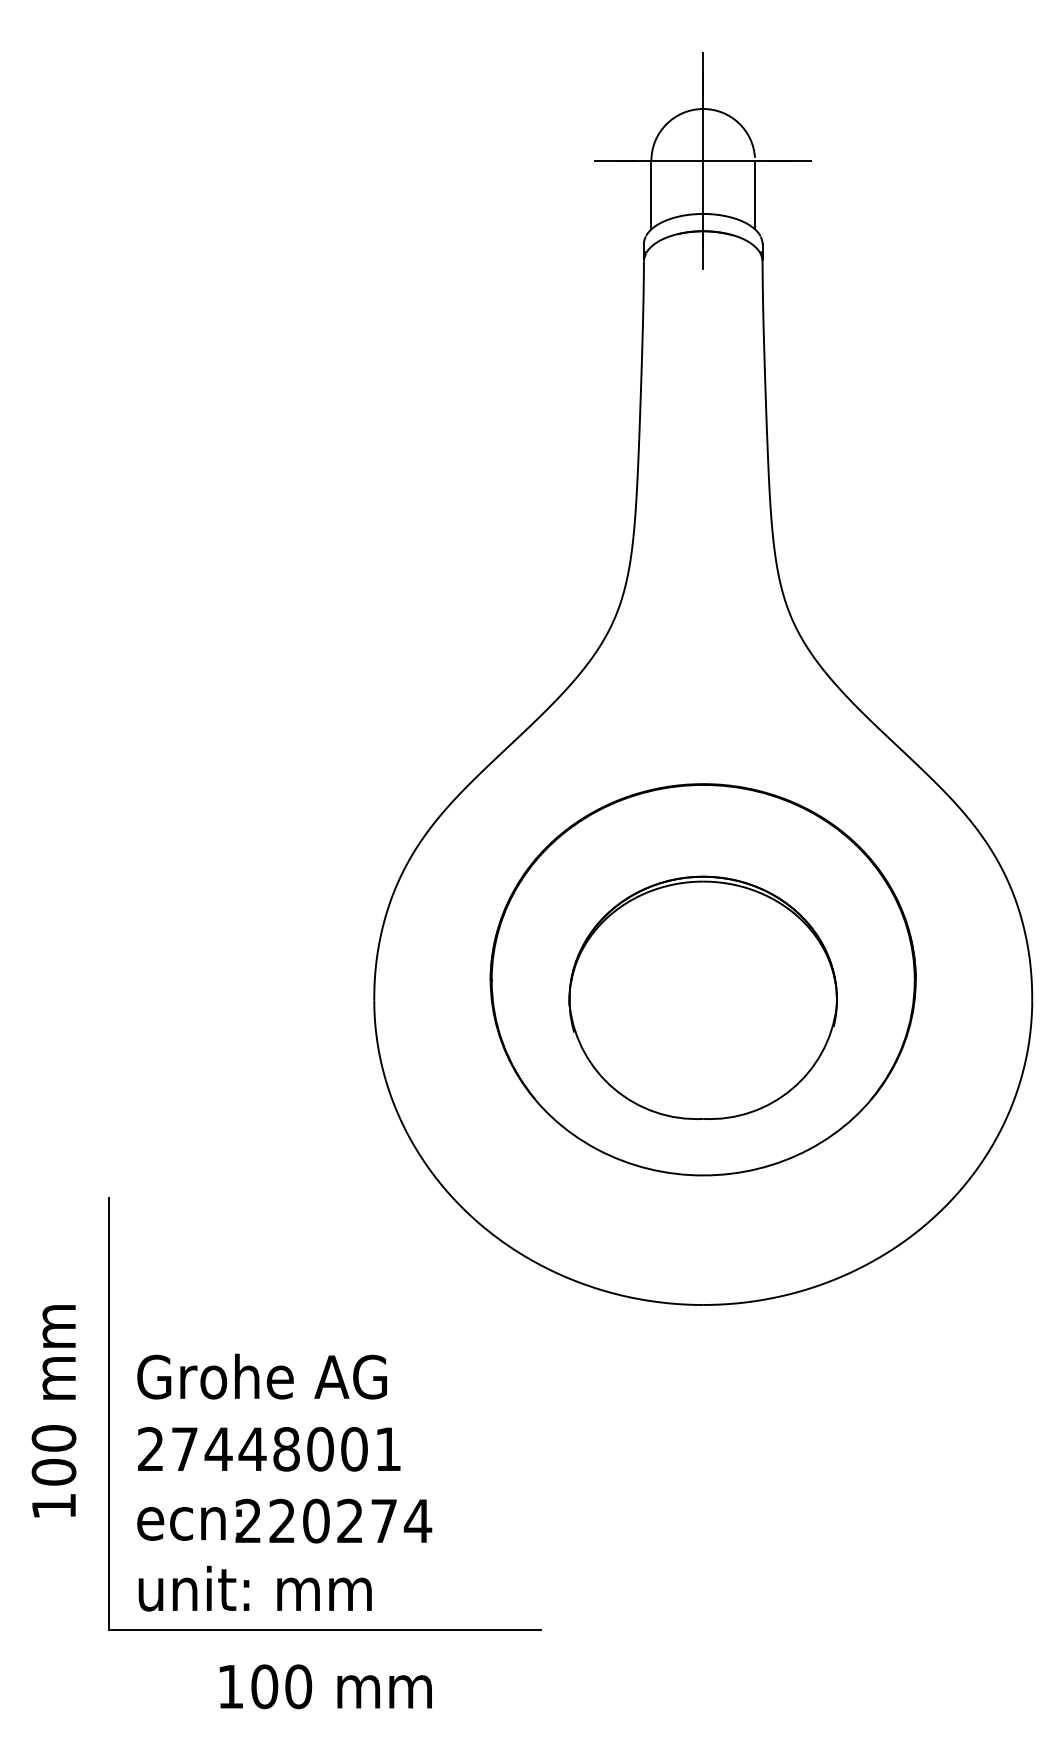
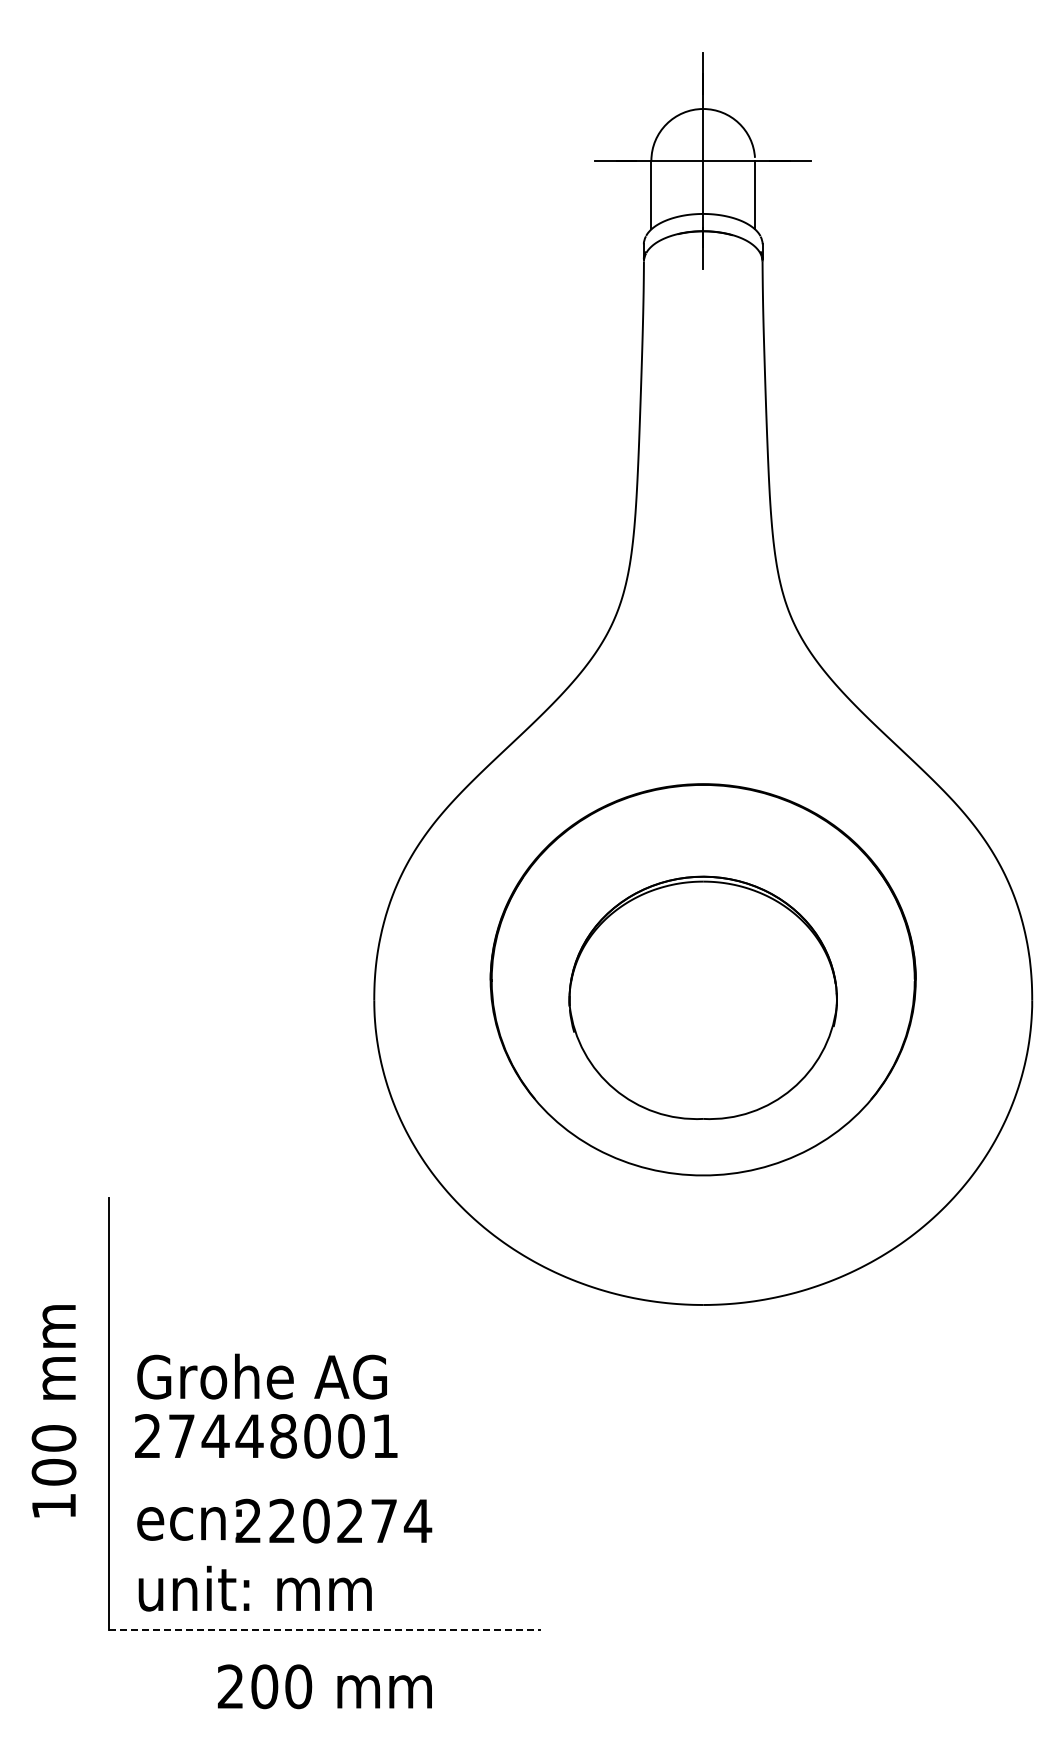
text at (269, 1449) position: (269, 1449) -> (266, 1436)
line at (325, 1629): solid -> dashed
text at (229, 1686): 100 -> 200
